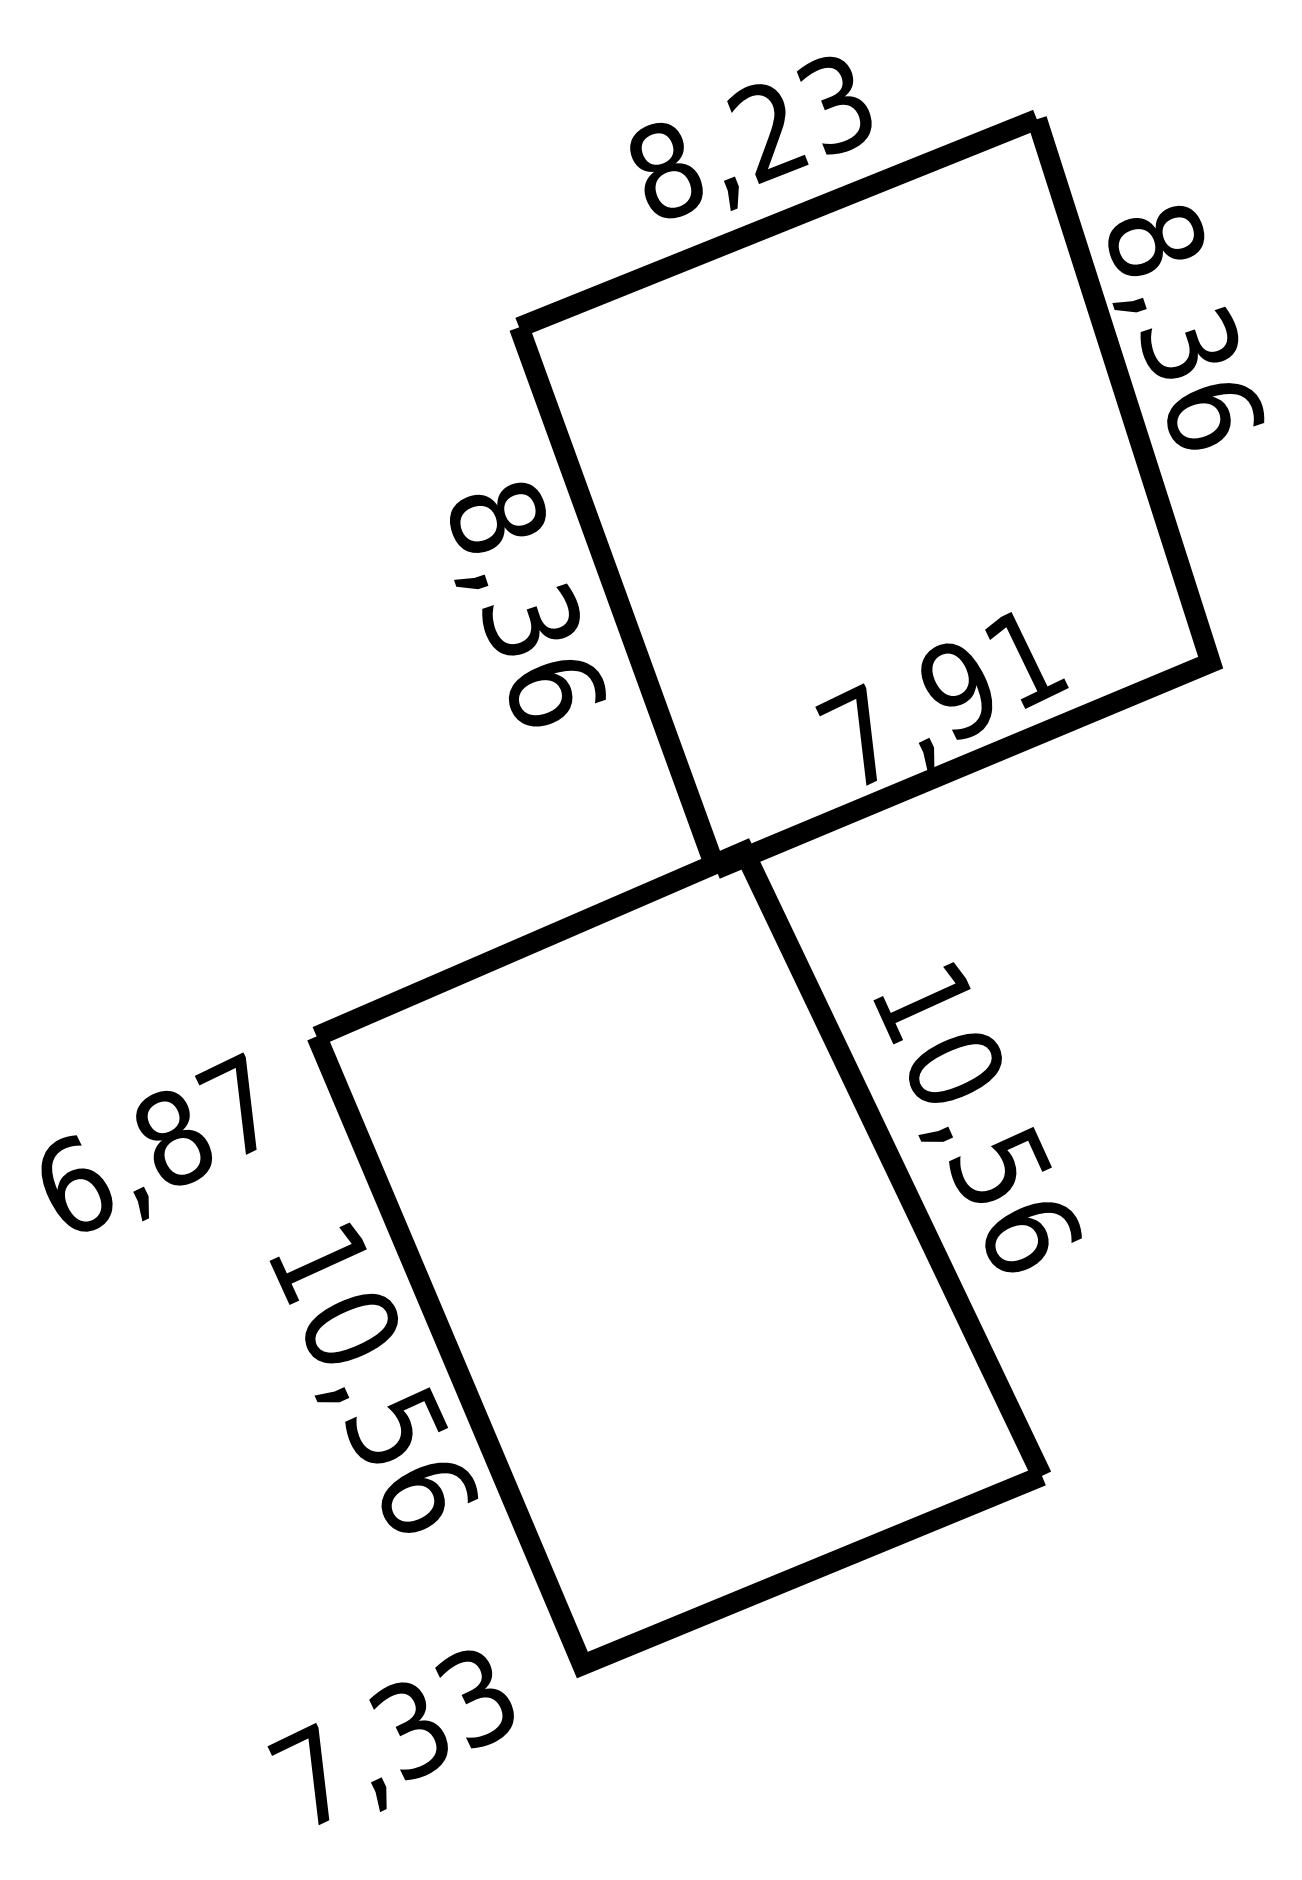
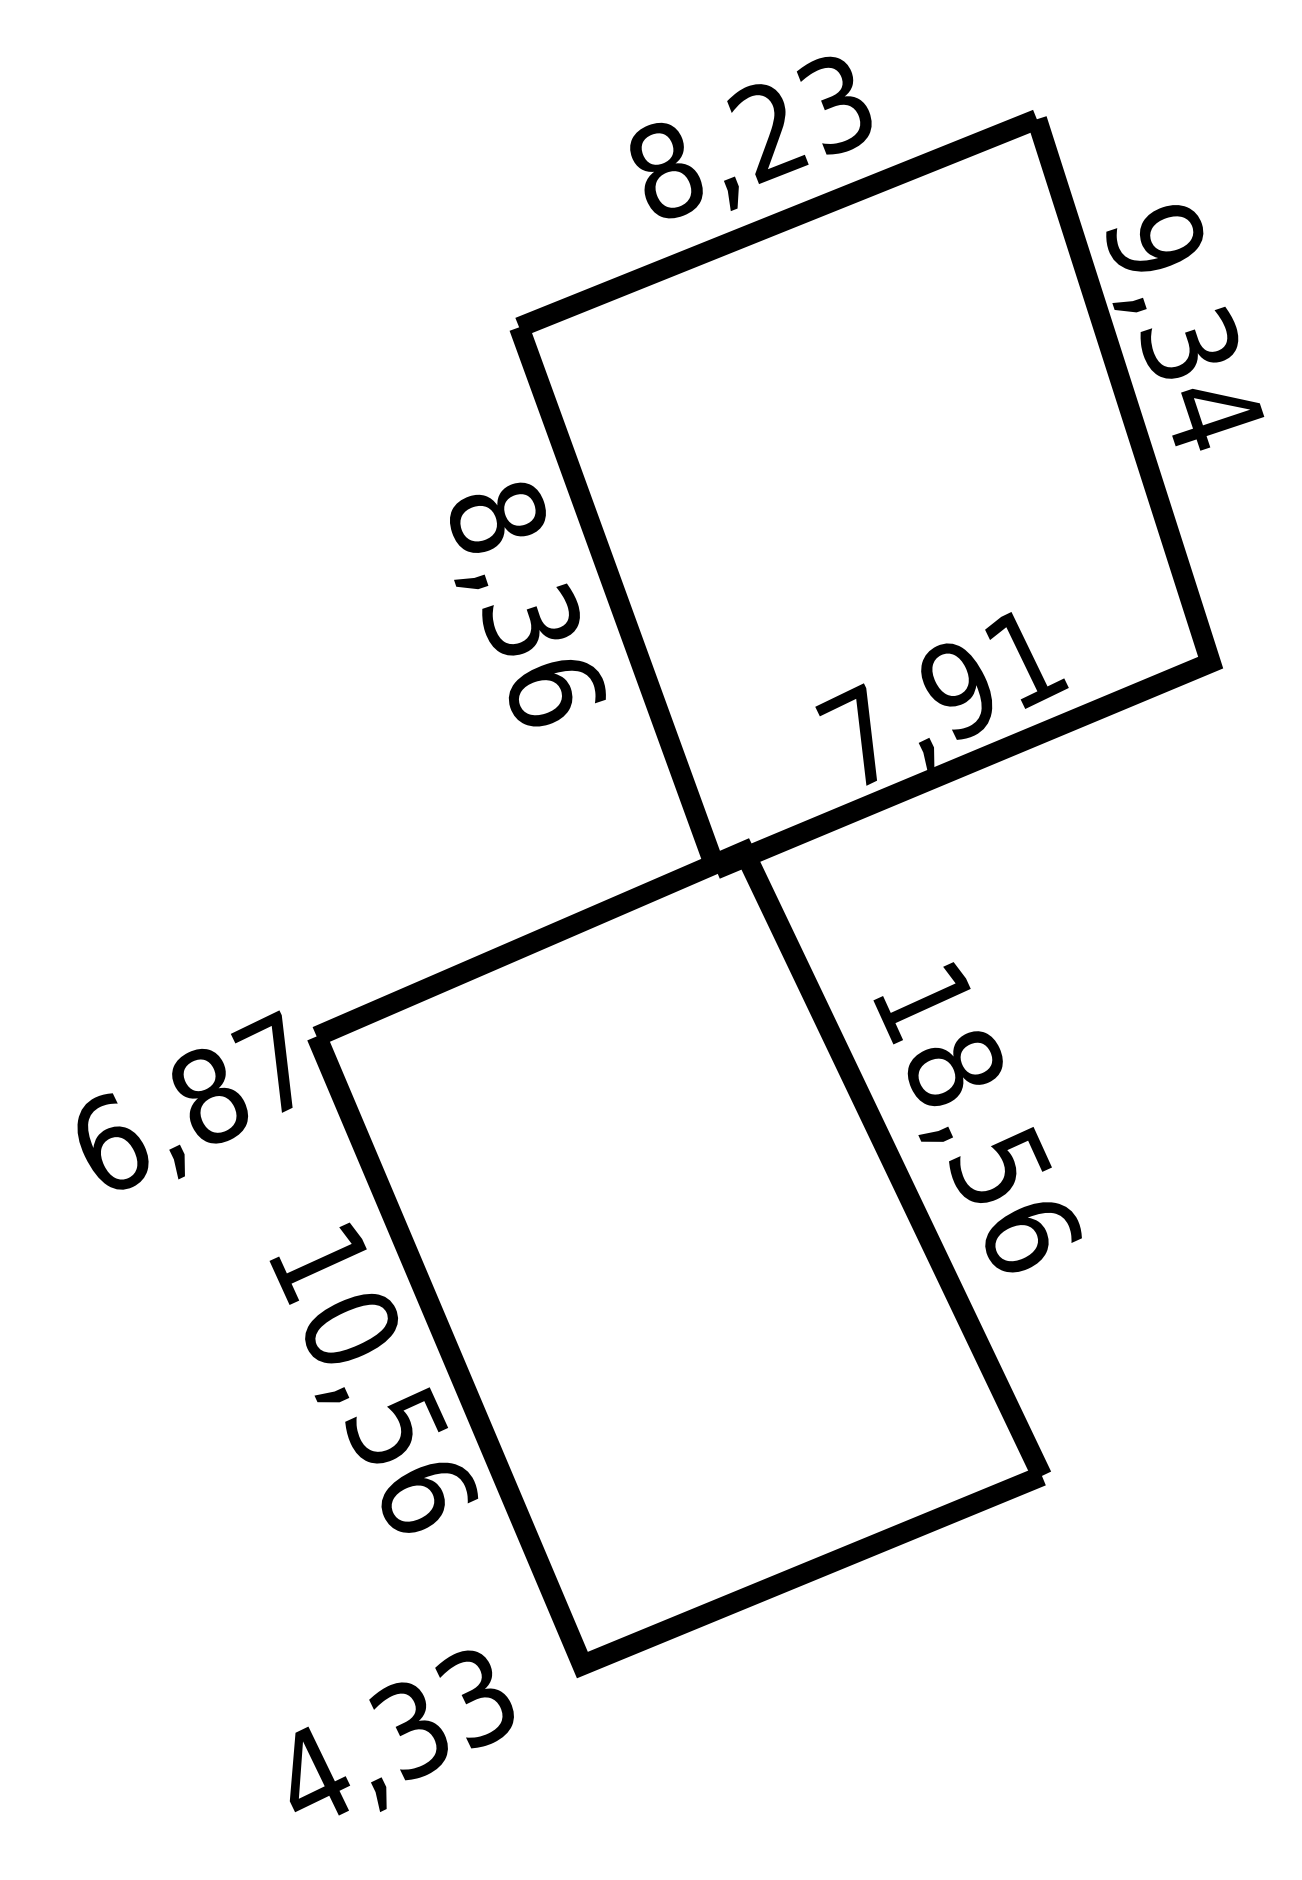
text at (1185, 327): 8,36 -> 9,34
text at (954, 1068): 10,56 -> 18,56
text at (148, 1141) position: (148, 1141) -> (184, 1099)
text at (308, 1774): 7,33 -> 4,33
